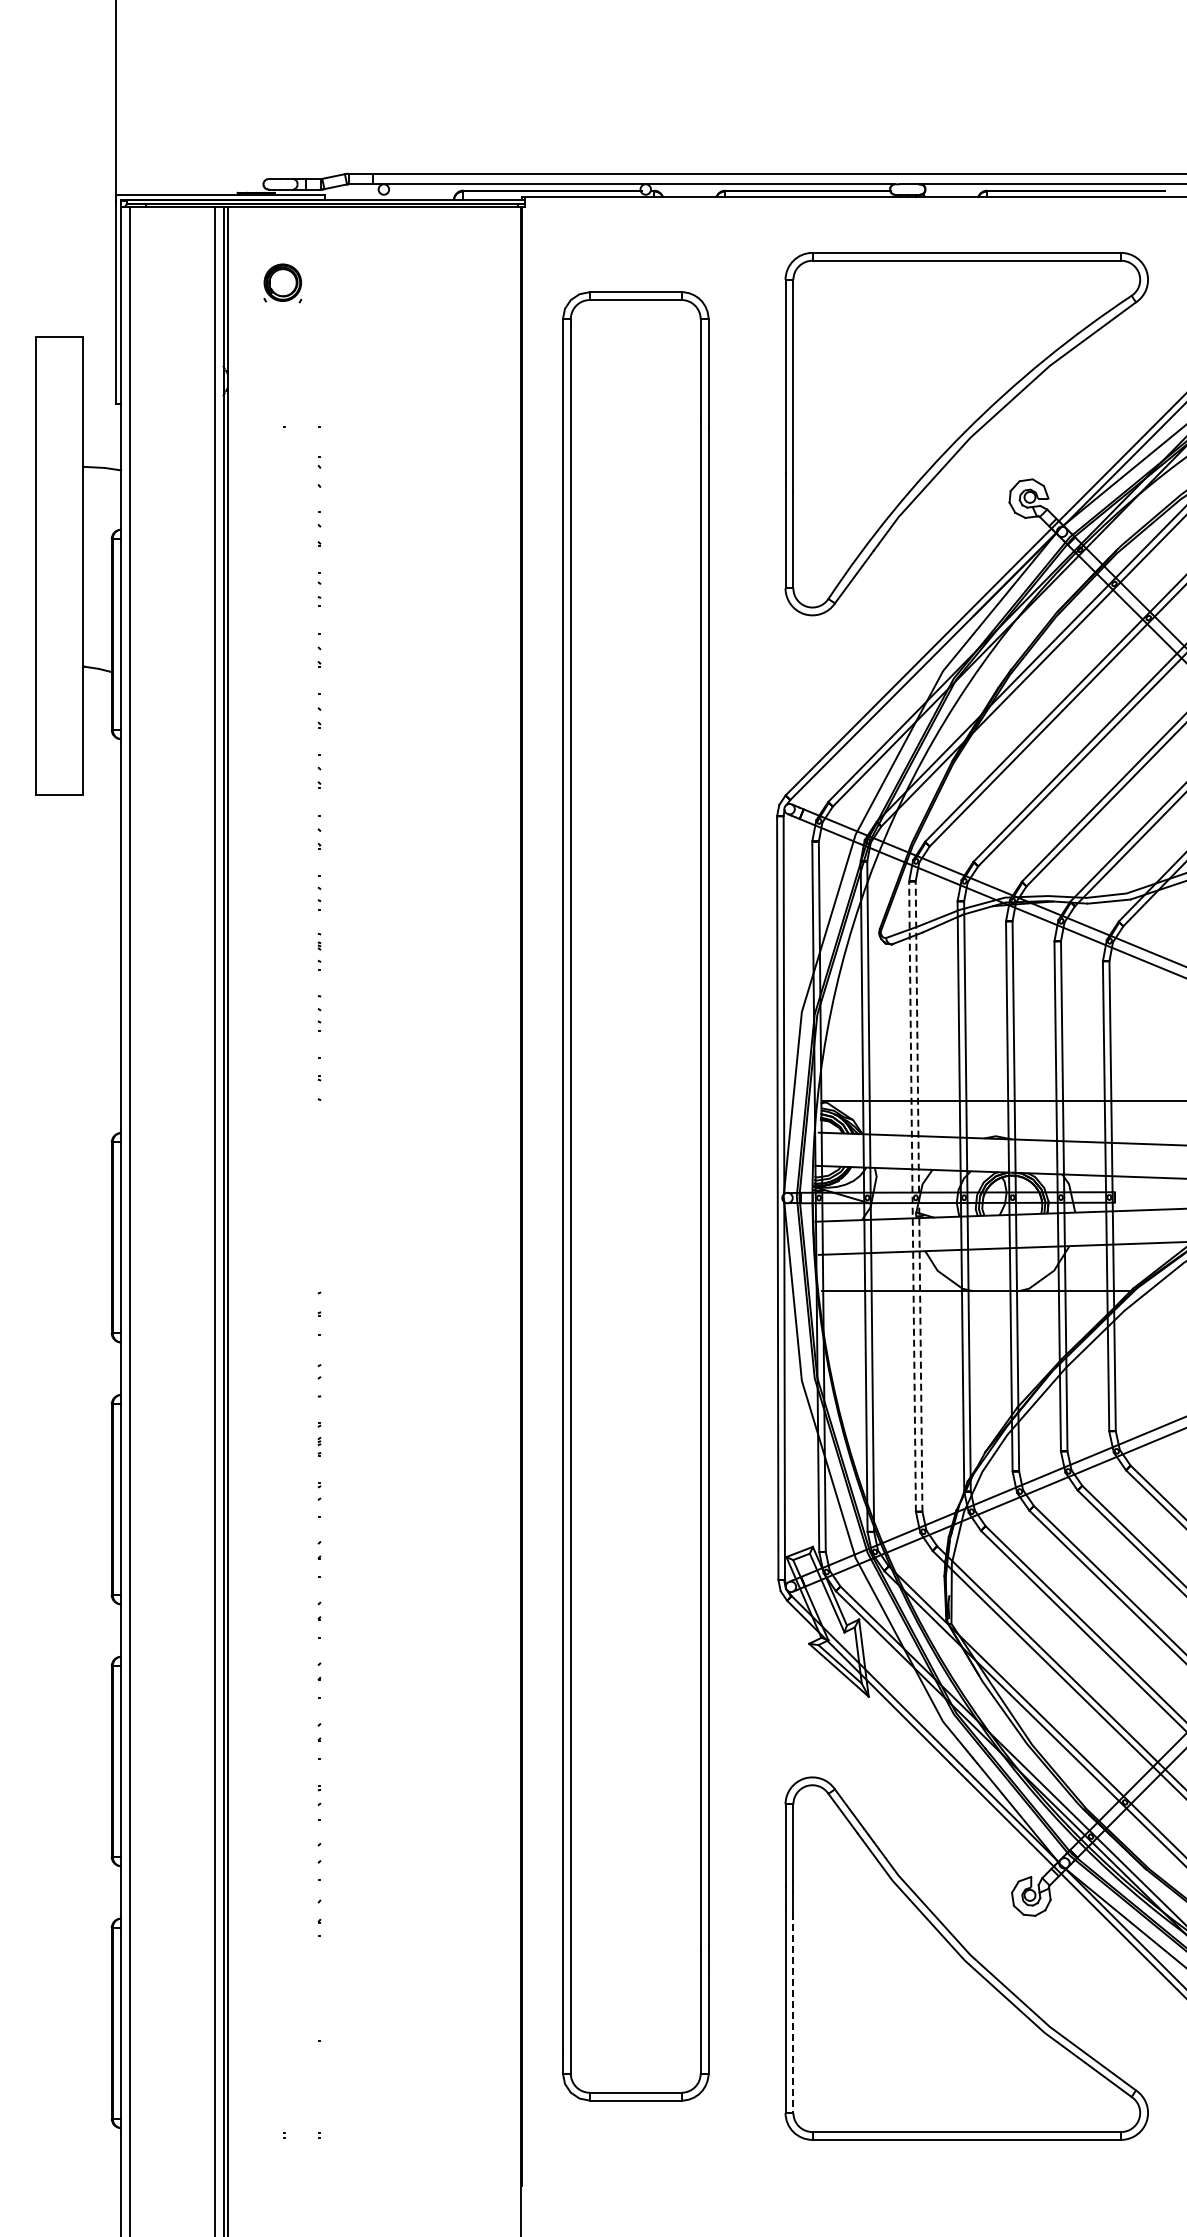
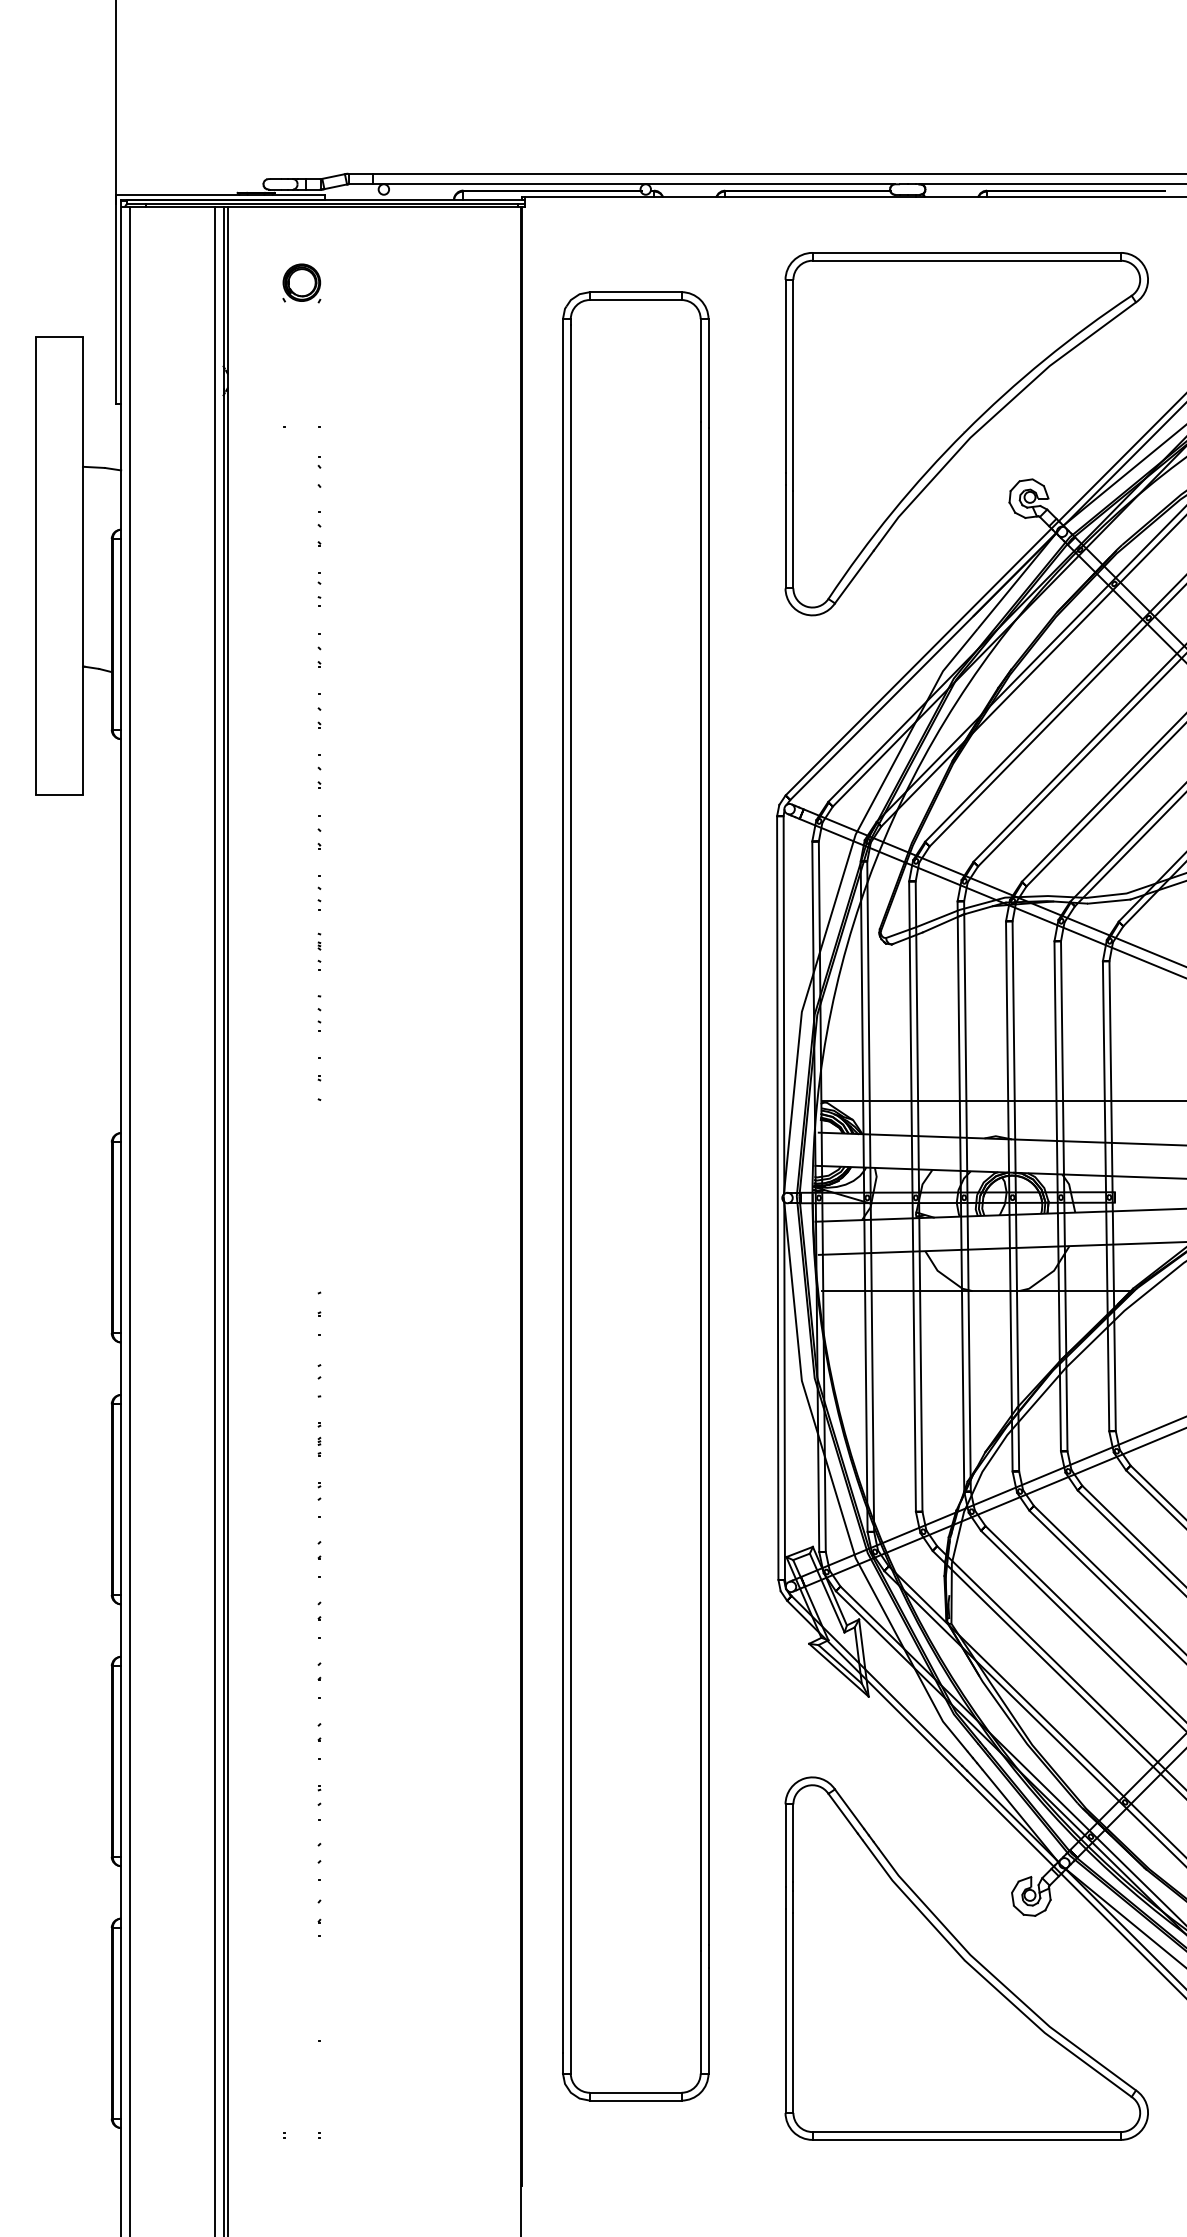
part at (282, 283) position: (282, 283) -> (301, 283)
line at (912, 1196): dashed -> solid
line at (919, 1196): dashed -> solid
line at (793, 2013): dashed -> solid
